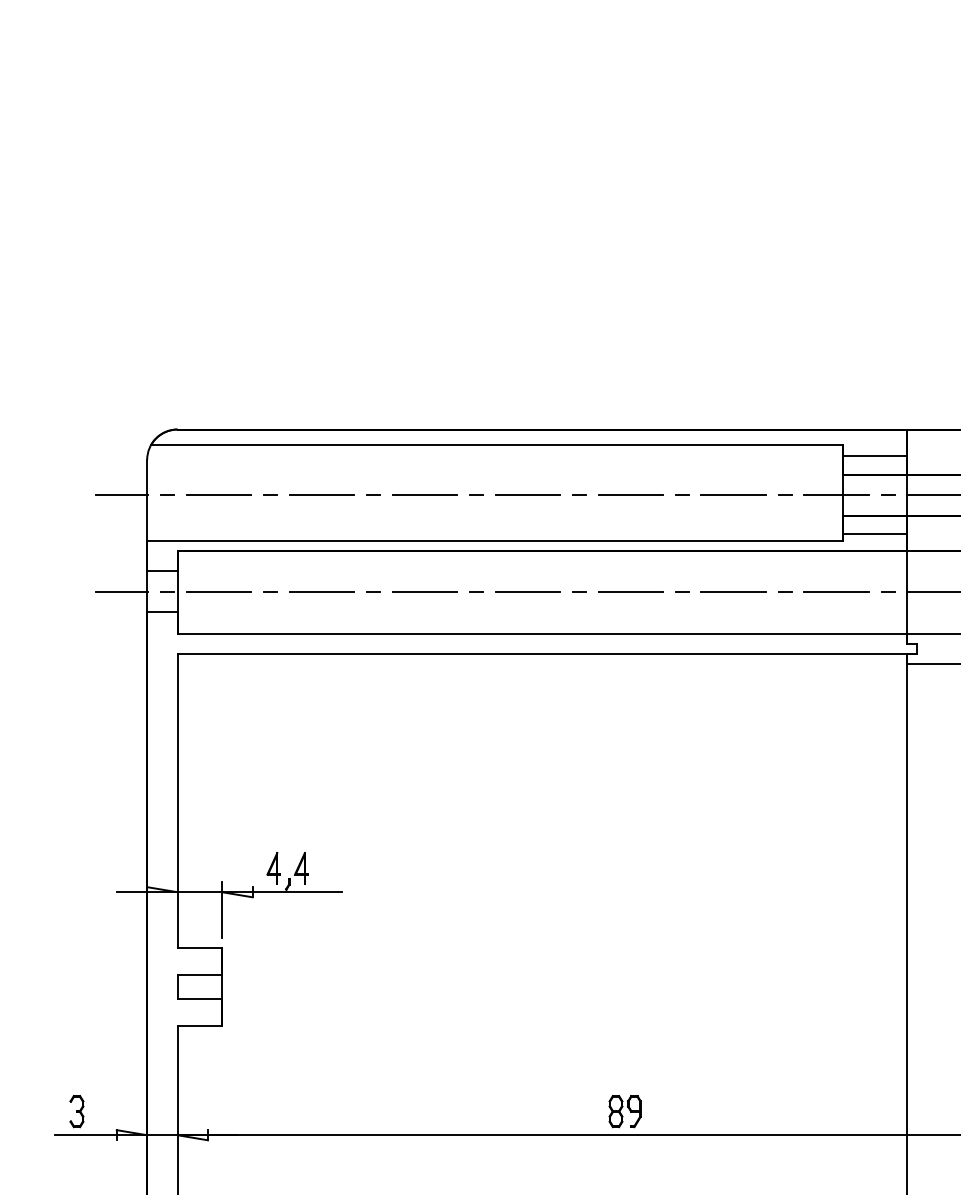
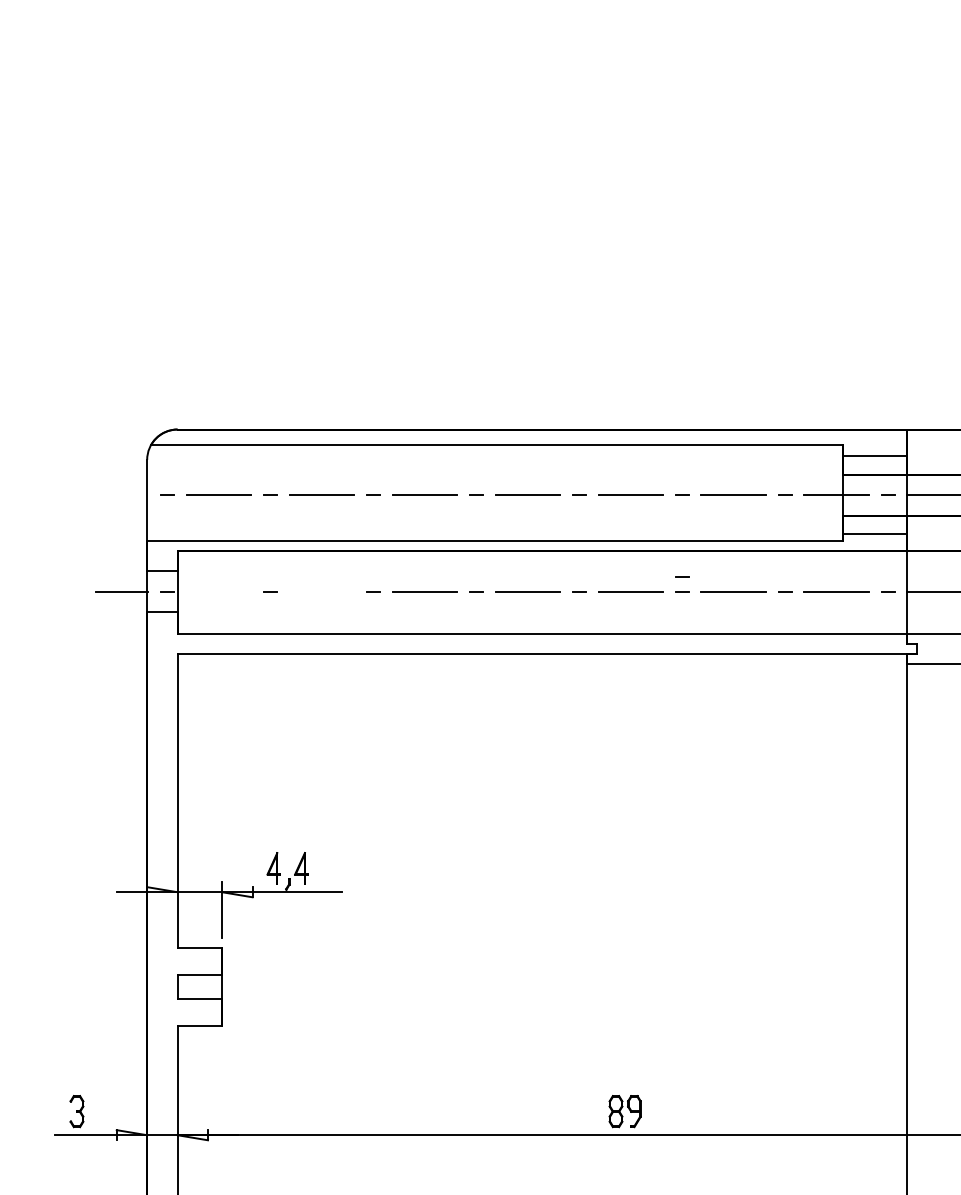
line at (122, 495): present -> none
line at (682, 576): none -> present
line at (218, 591): present -> none
line at (321, 591): present -> none
